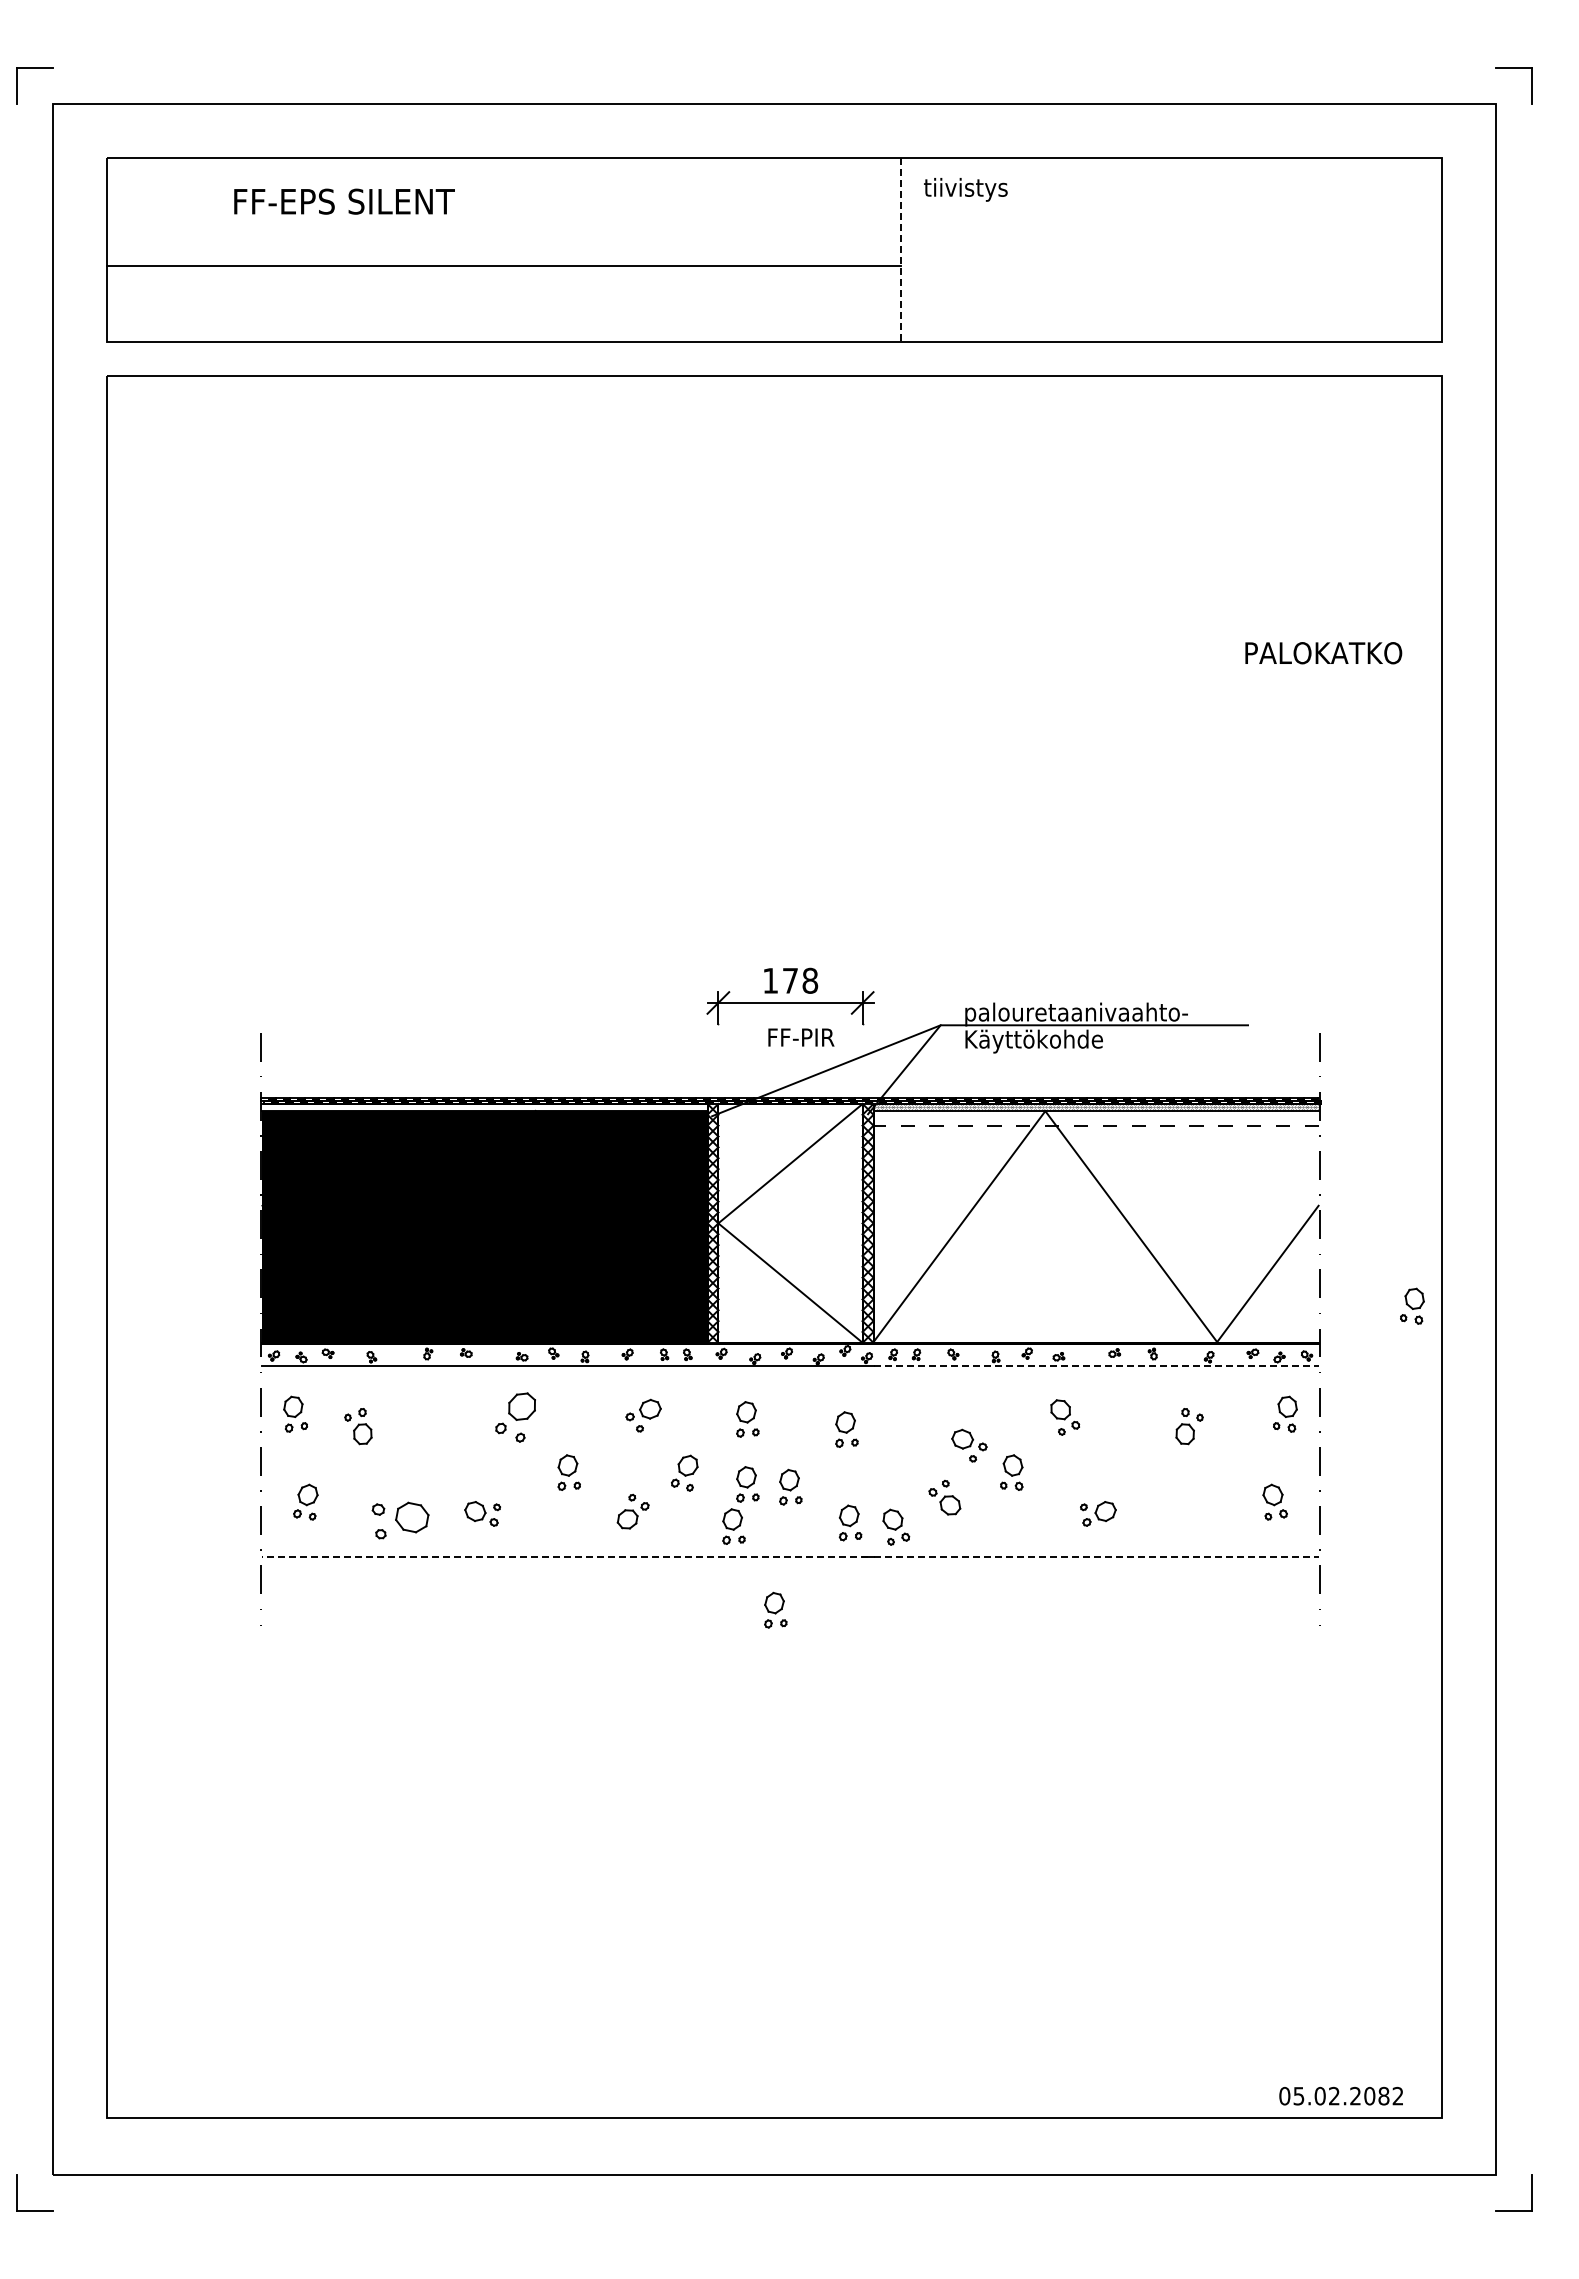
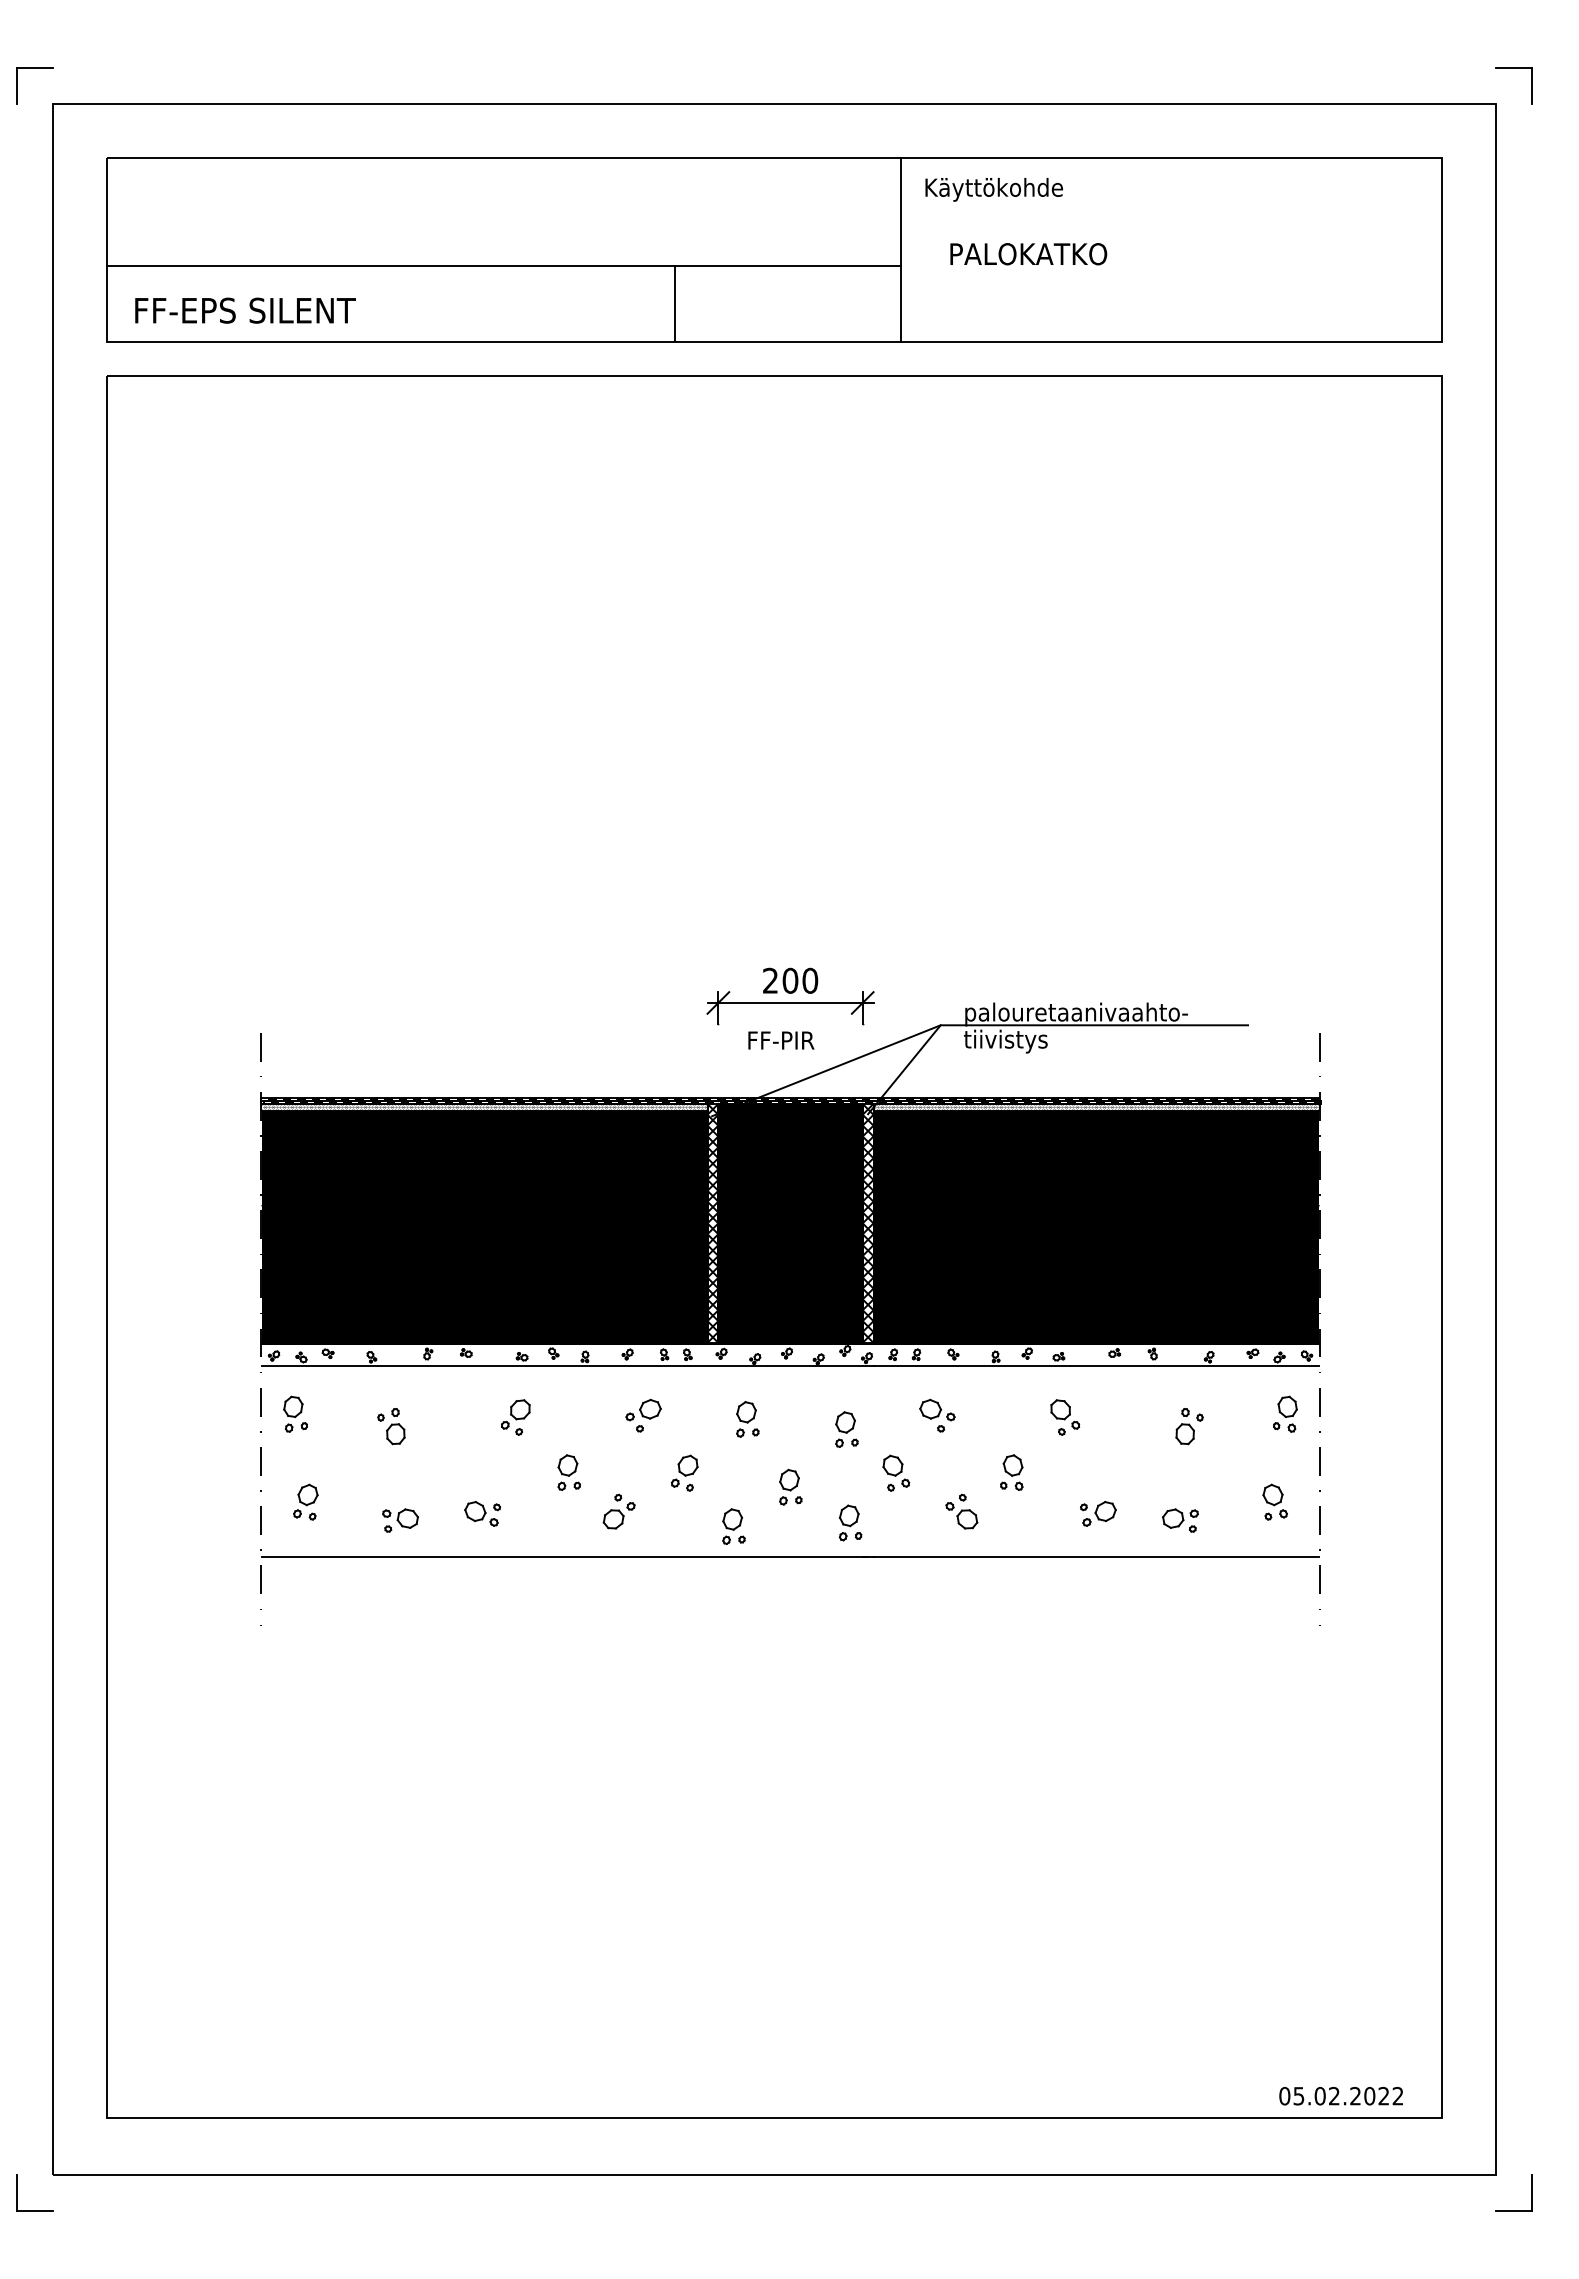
text at (993, 189): tiivistys -> Käyttökohde
text at (344, 201) position: (344, 201) -> (245, 310)
line at (900, 250): dashed -> solid
line at (674, 303): none -> present
text at (1323, 653) position: (1323, 653) -> (1028, 254)
text at (790, 980): 178 -> 200
text at (801, 1037) position: (801, 1037) -> (781, 1040)
text at (1032, 1041): Käyttökohde -> tiivistys
hatch at (484, 1106): none -> present
fill at (790, 1222): none -> present
fill at (1096, 1226): none -> present
part at (1412, 1305): present -> none
line at (1096, 1365): dashed -> solid
part at (515, 1417) size: 41x51 px -> 30x37 px
part at (358, 1426) position: (358, 1426) -> (391, 1426)
part at (969, 1445) position: (969, 1445) -> (937, 1415)
part at (747, 1484): present -> none
part at (944, 1497) position: (944, 1497) -> (961, 1511)
part at (632, 1511) position: (632, 1511) -> (618, 1511)
part at (400, 1520) size: 59x39 px -> 37x25 px
part at (1180, 1520): none -> present
part at (896, 1526) position: (896, 1526) -> (896, 1472)
line at (564, 1557): dashed -> solid
line at (1096, 1557): dashed -> solid
part at (775, 1609): present -> none
text at (1383, 2096): 05.02.2082 -> 05.02.2022
